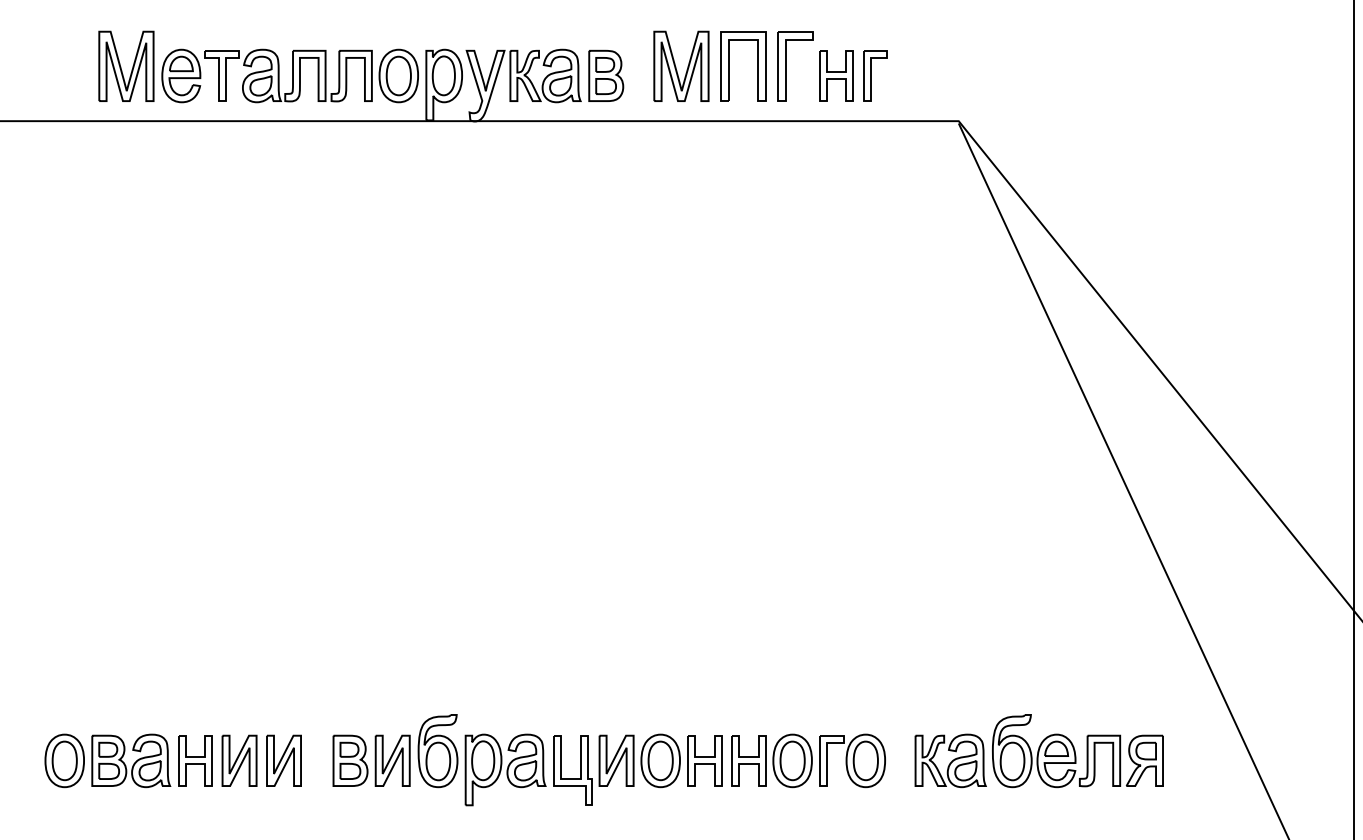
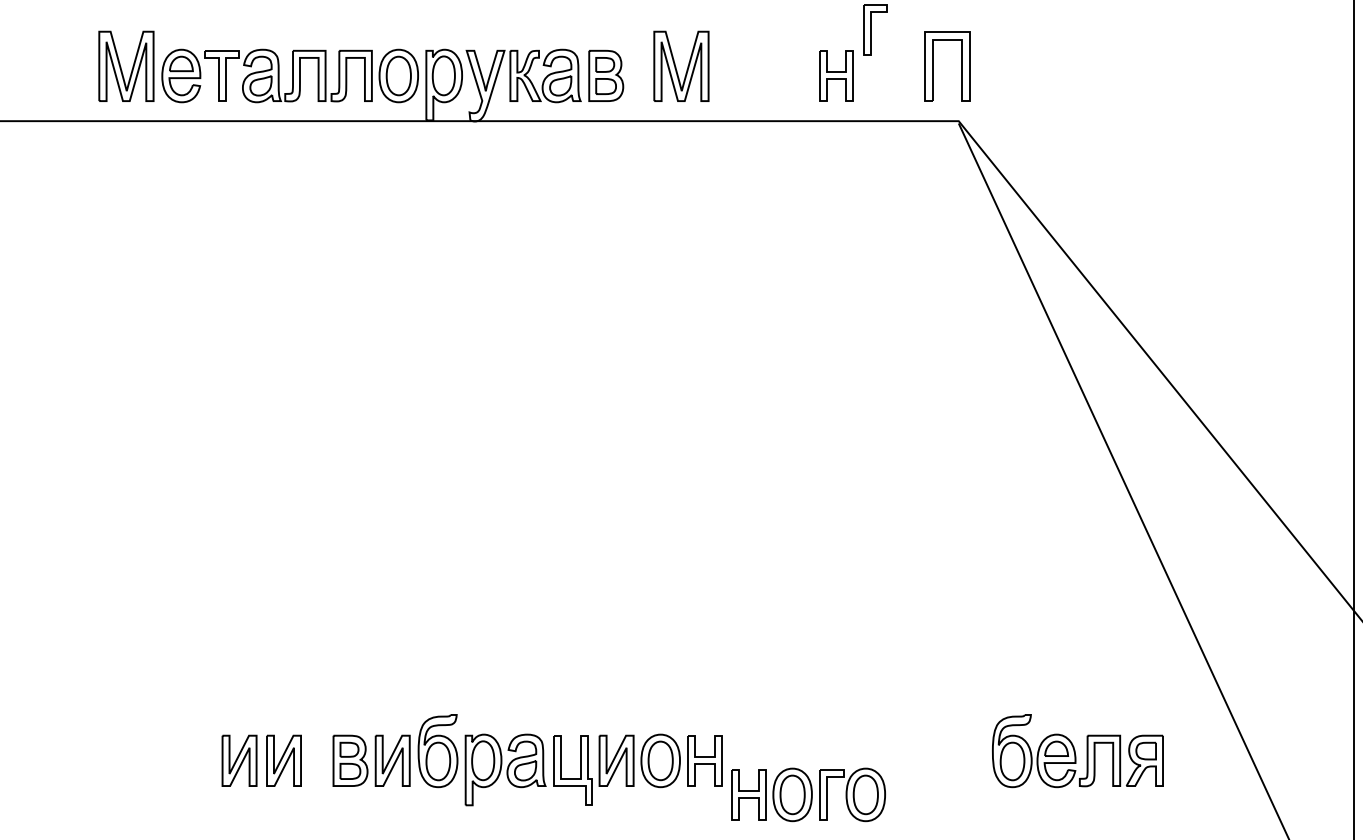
part at (729, 66) position: (729, 66) -> (933, 66)
part at (786, 66): present -> none
part at (875, 75) position: (875, 75) -> (875, 29)
part at (128, 760): present -> none
part at (808, 760) position: (808, 760) -> (808, 794)
part at (950, 760): present -> none
